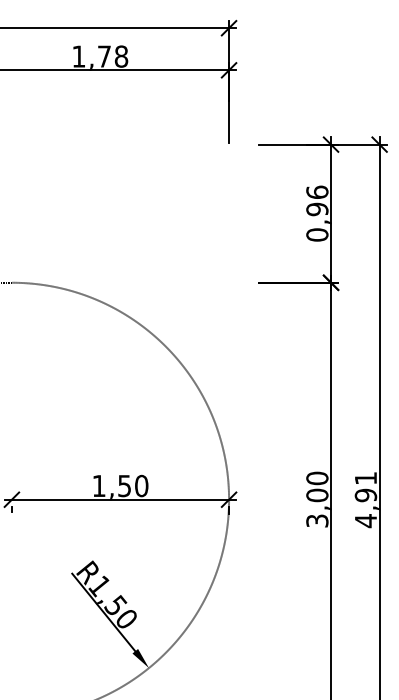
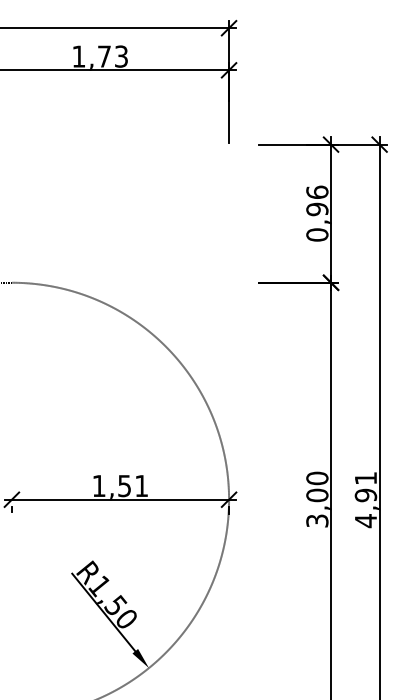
text at (121, 56): 1,78 -> 1,73
text at (141, 485): 1,50 -> 1,51
